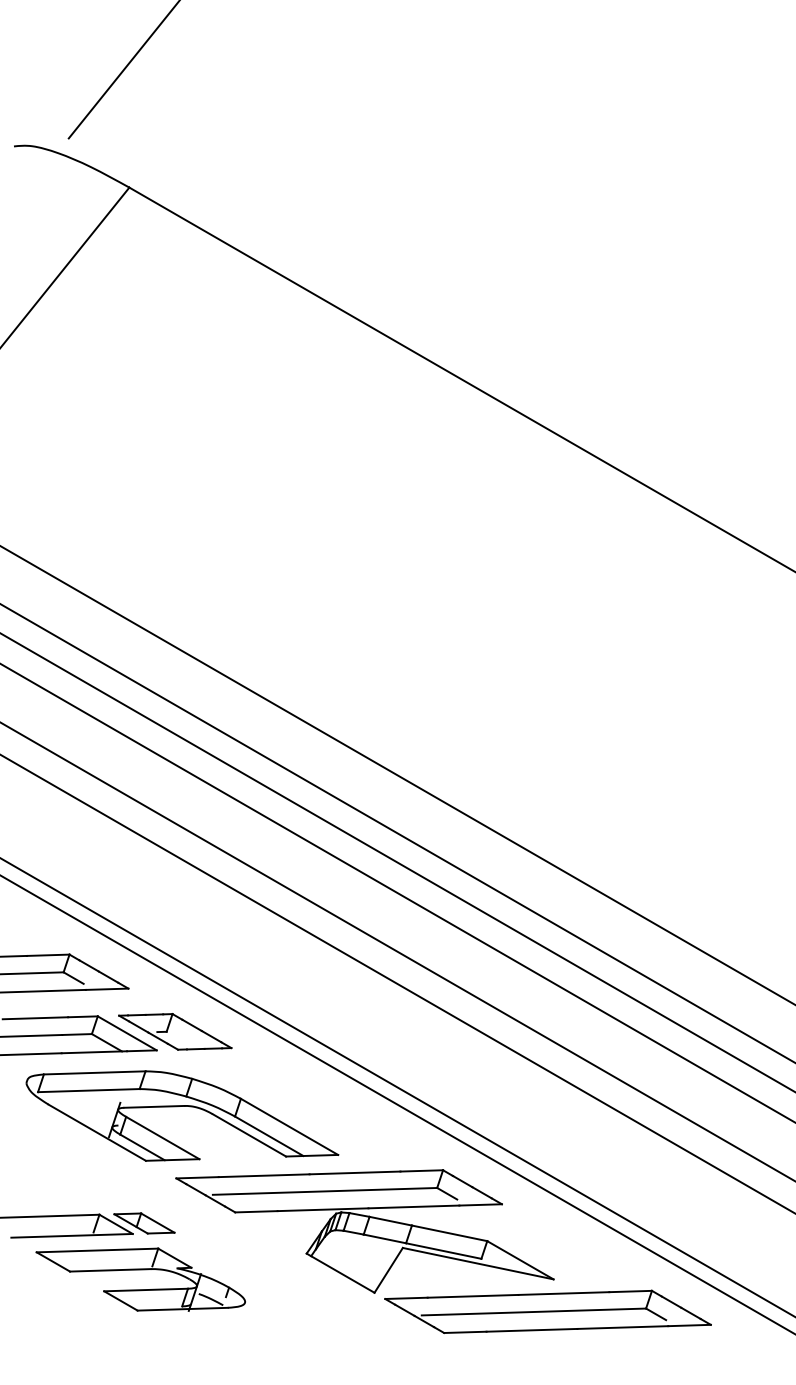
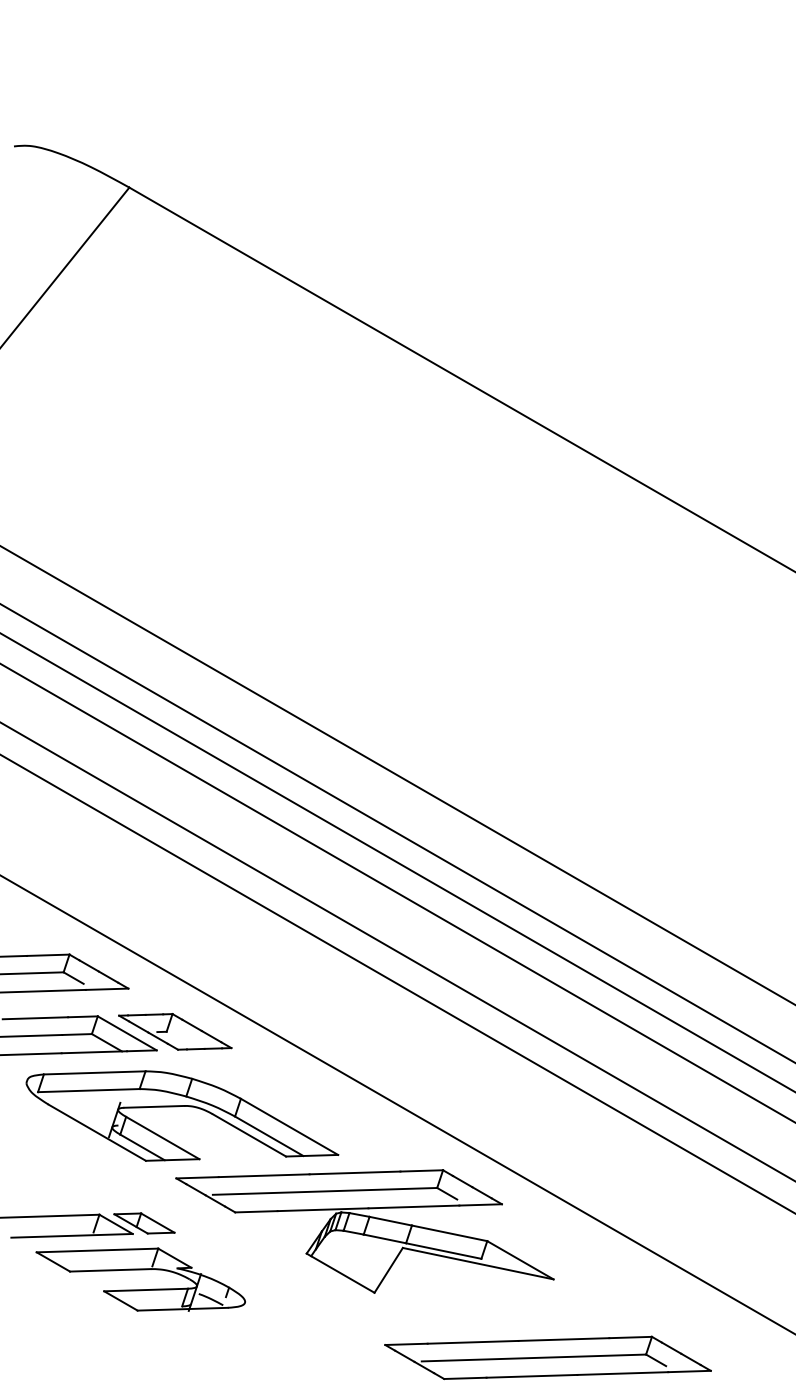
line at (123, 70): present -> none
line at (397, 1087): present -> none
part at (547, 1311) position: (547, 1311) -> (547, 1357)
